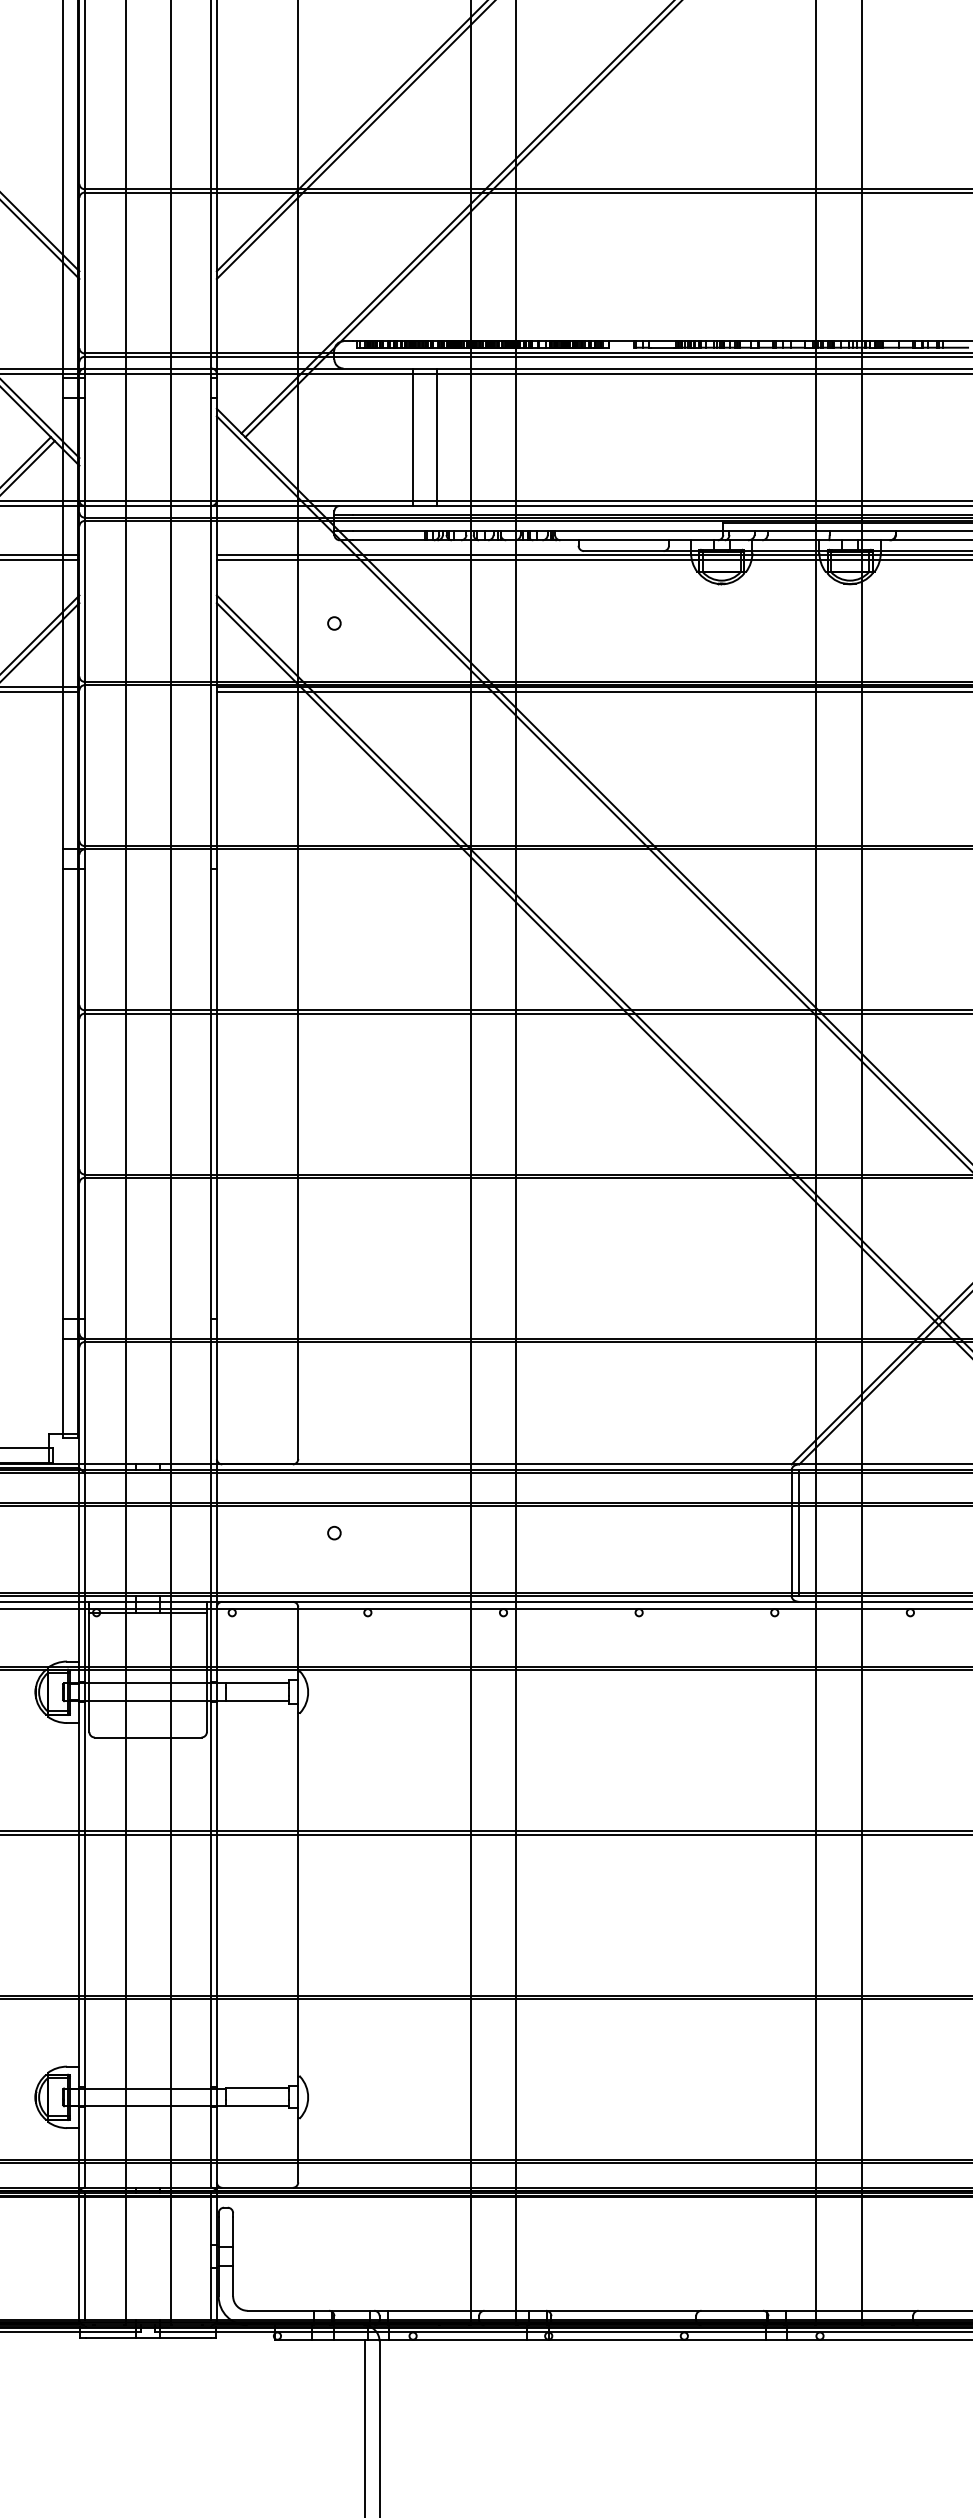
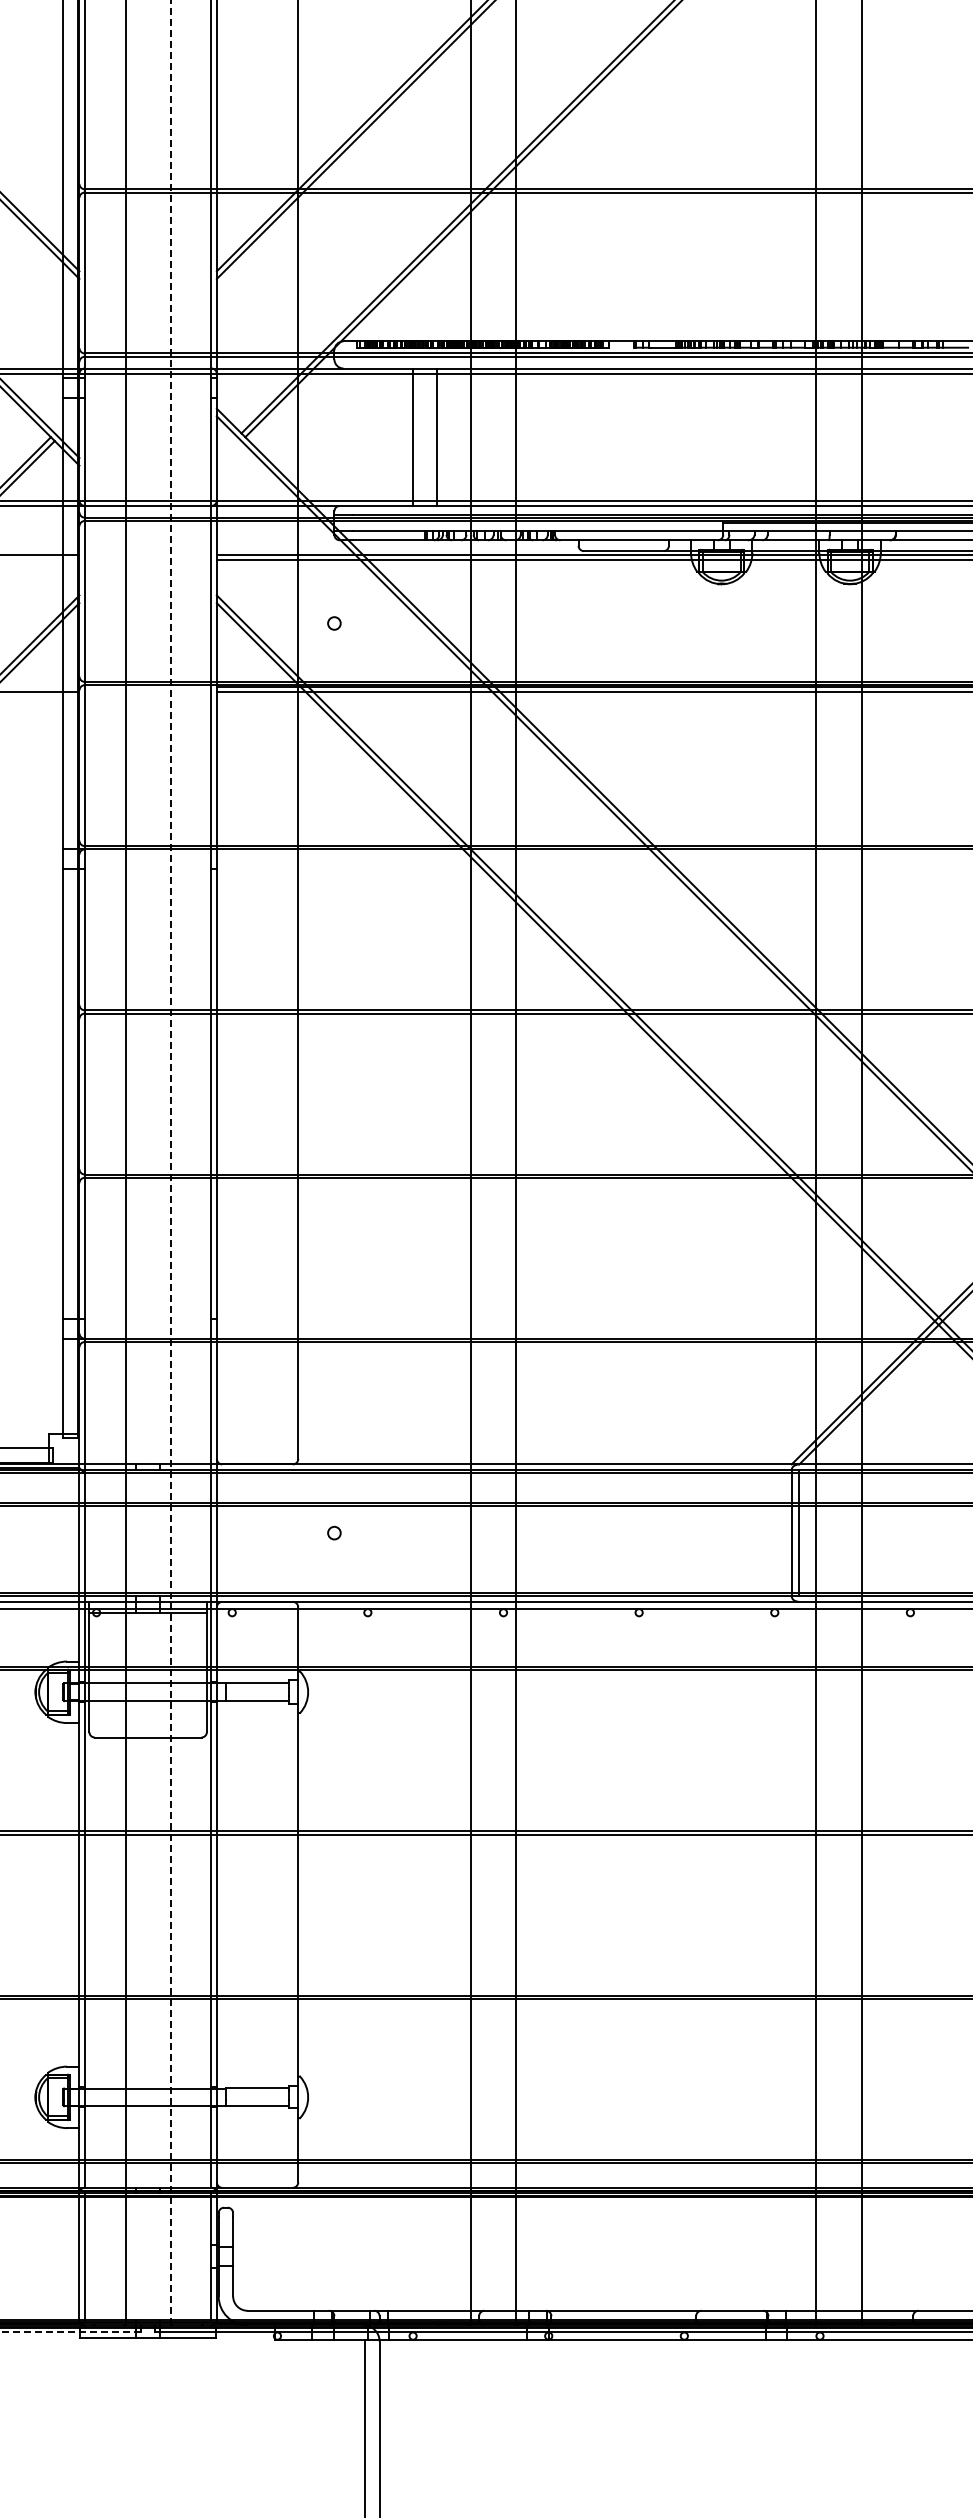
line at (40, 560): present -> none
line at (40, 686): present -> none
line at (170, 1162): solid -> dashed
line at (70, 2332): solid -> dashed
